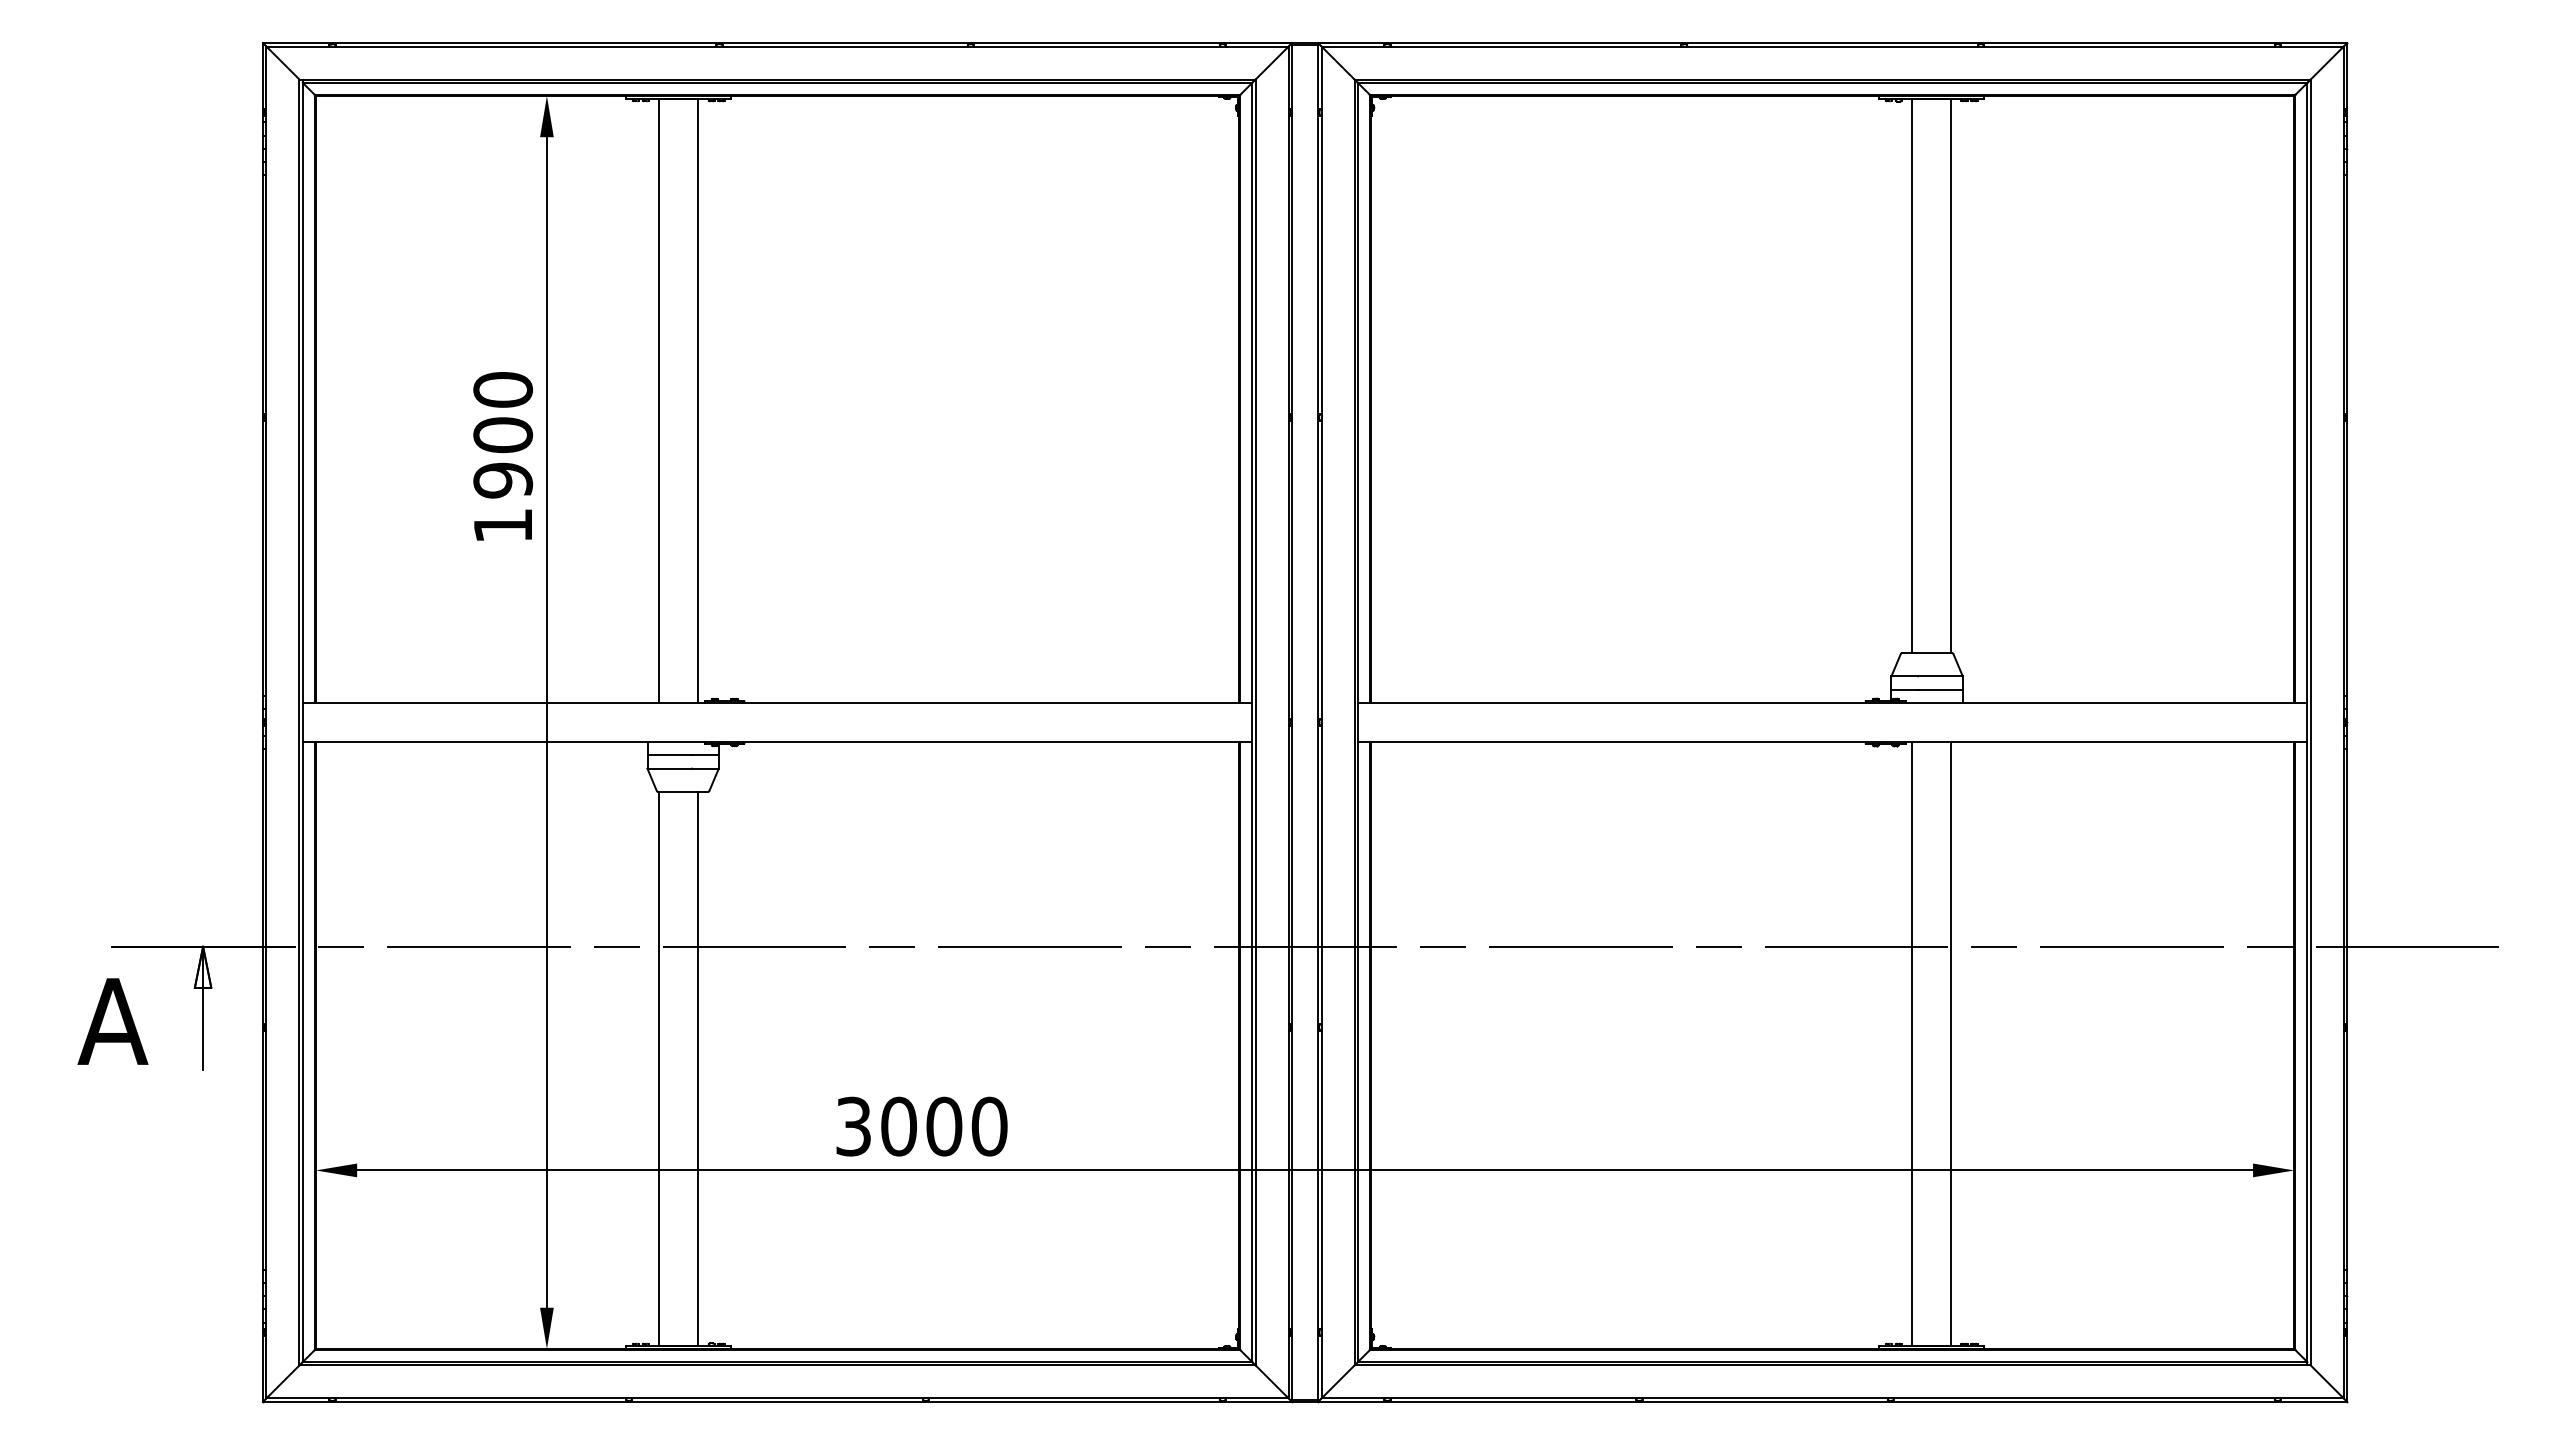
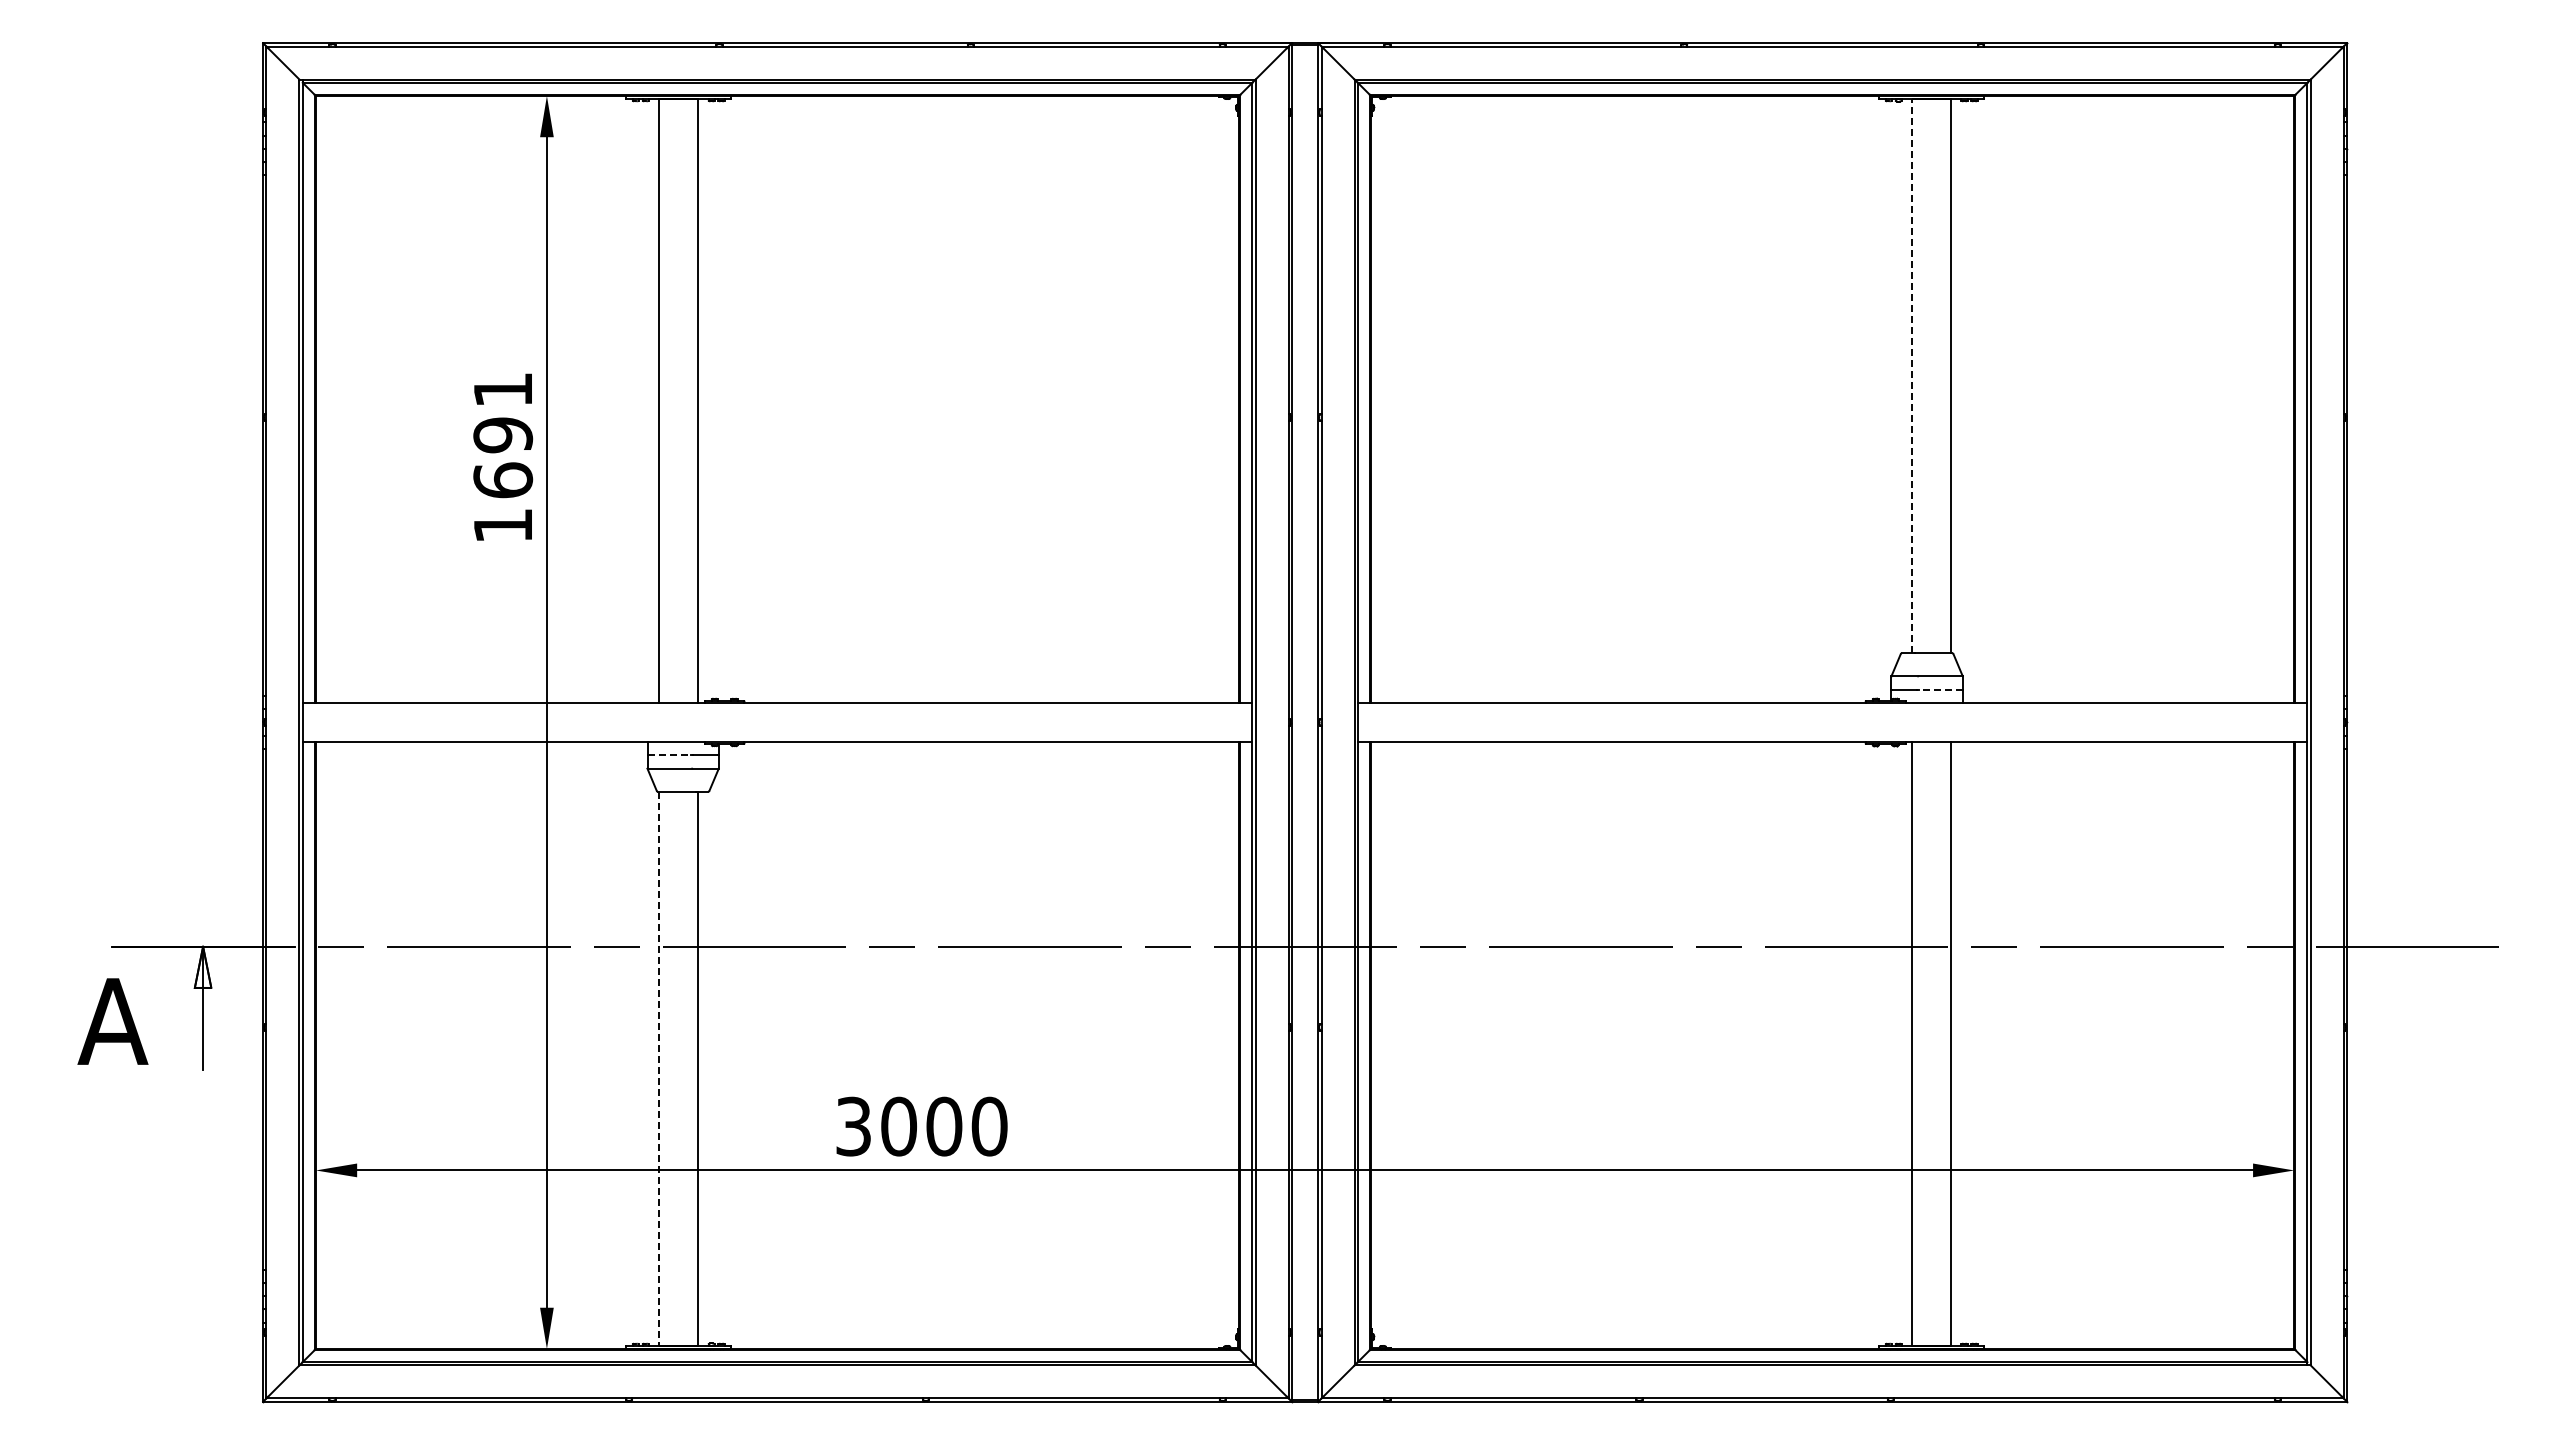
line at (1911, 376): solid -> dashed
text at (503, 435): 1900 -> 1691
line at (1940, 689): solid -> dashed
line at (669, 755): solid -> dashed
line at (658, 1068): solid -> dashed
